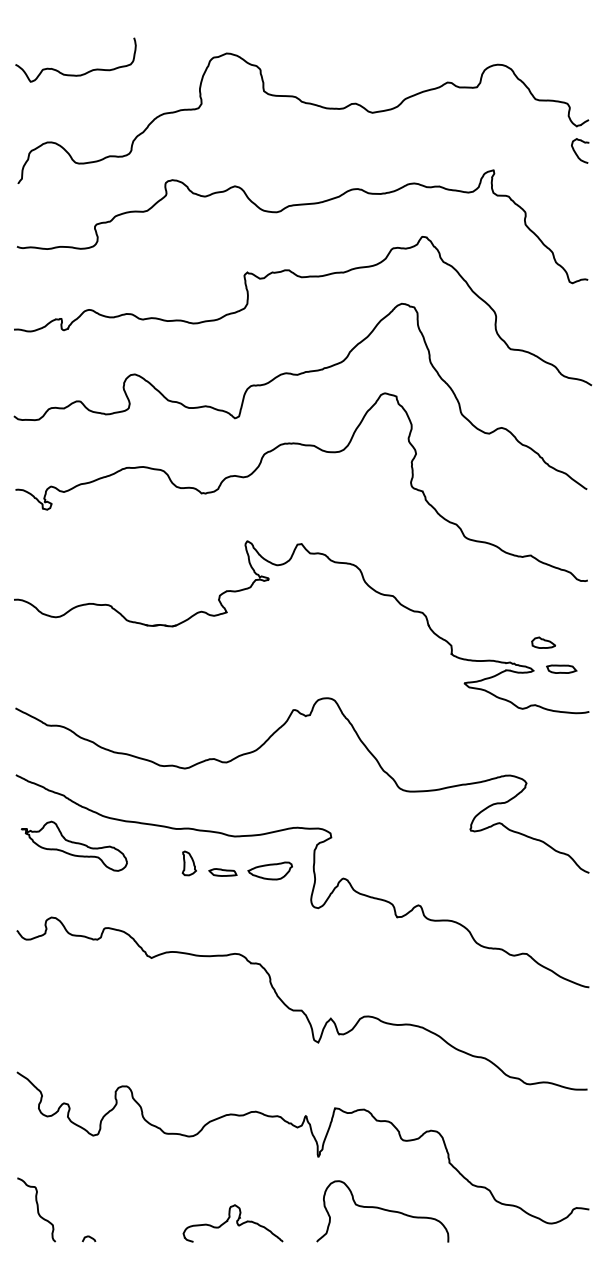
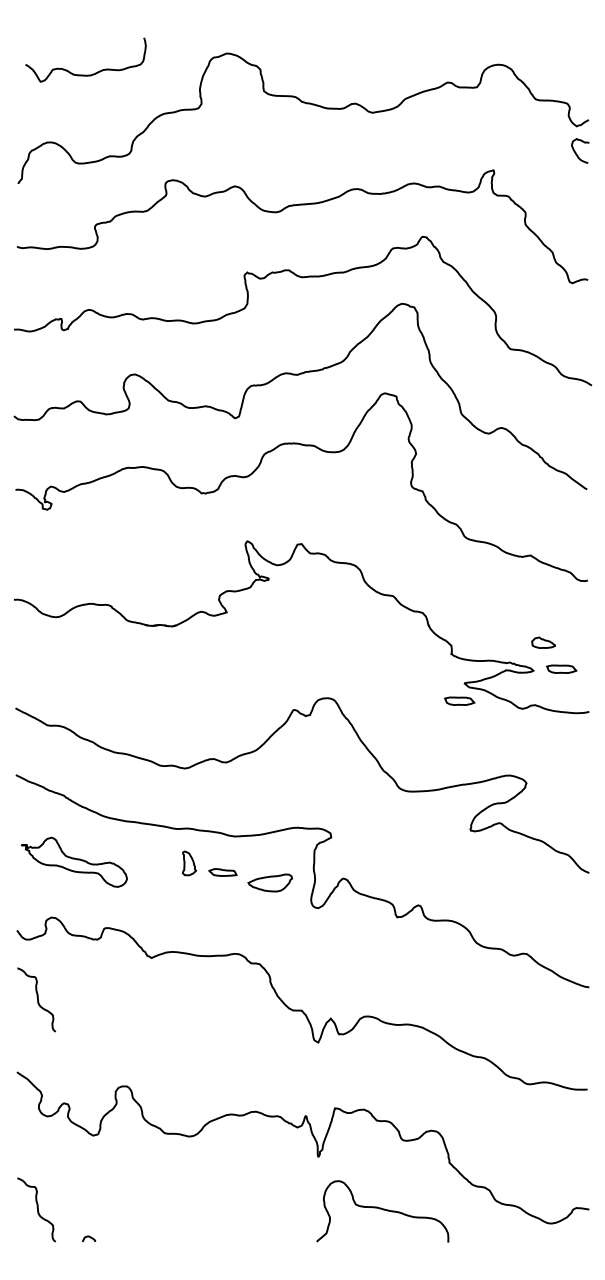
curve at (75, 74) position: (75, 74) -> (85, 74)
part at (459, 700): none -> present
part at (73, 845) position: (73, 845) -> (73, 861)
part at (269, 870) position: (269, 870) -> (269, 882)
curve at (37, 999): none -> present
curve at (236, 1223): present -> none
